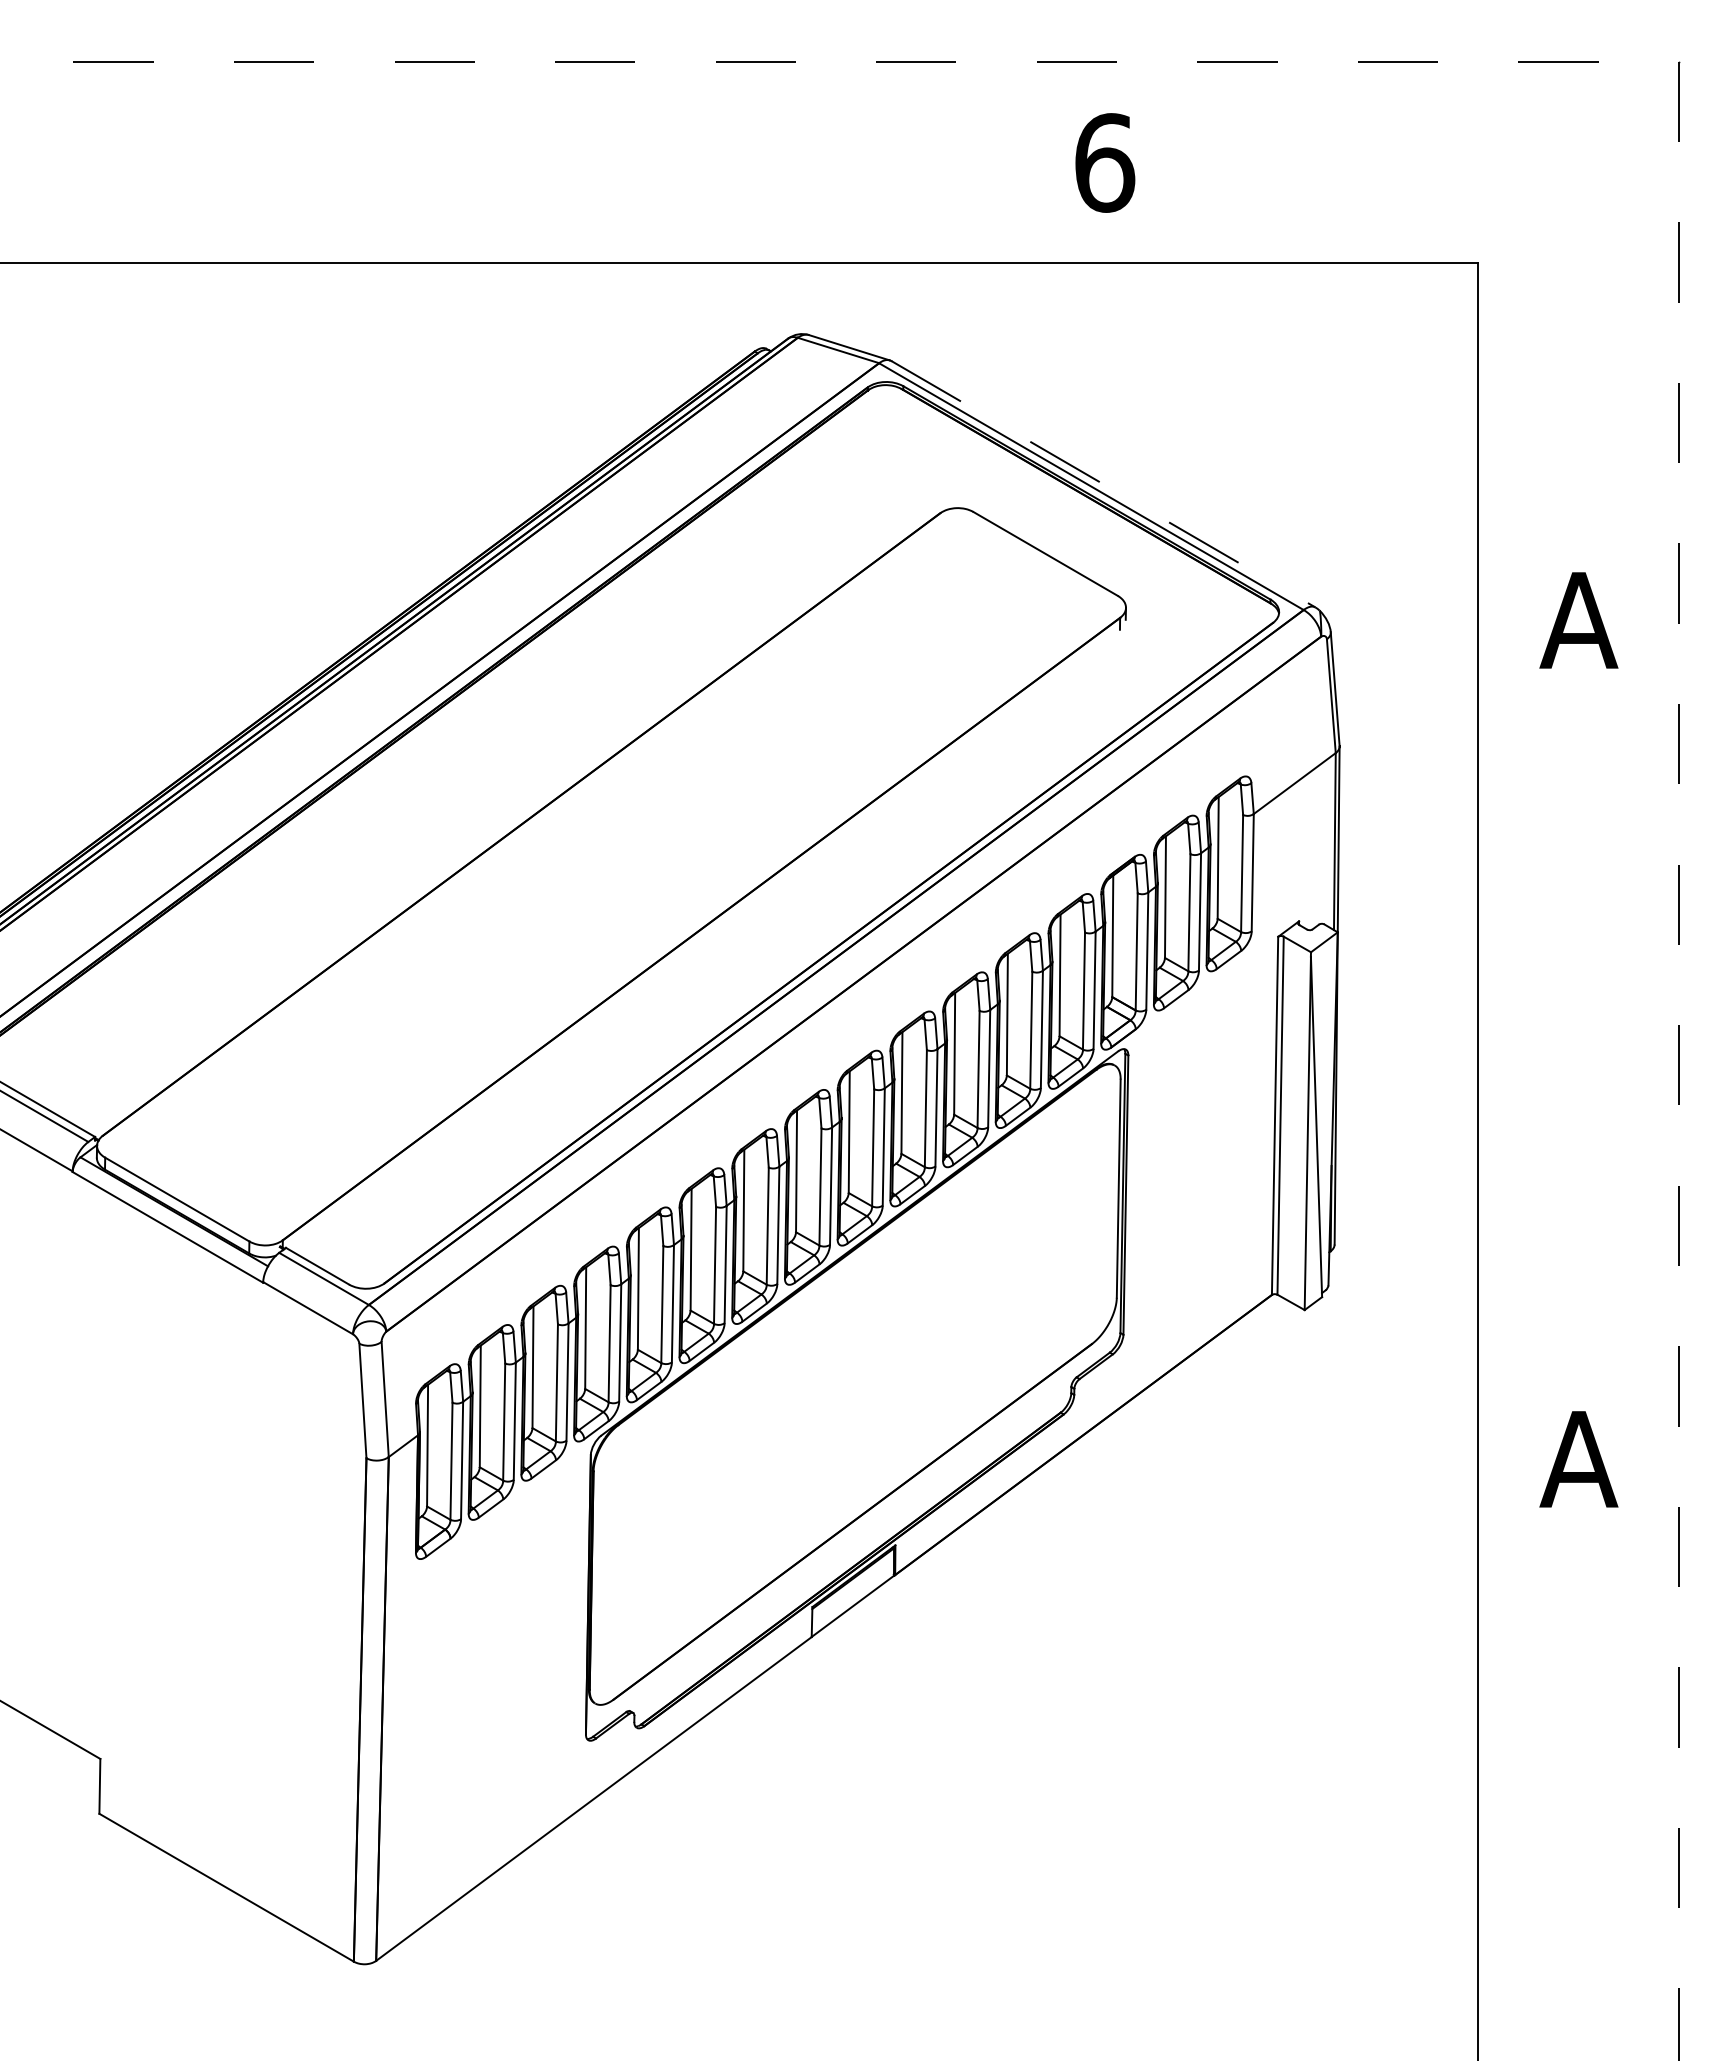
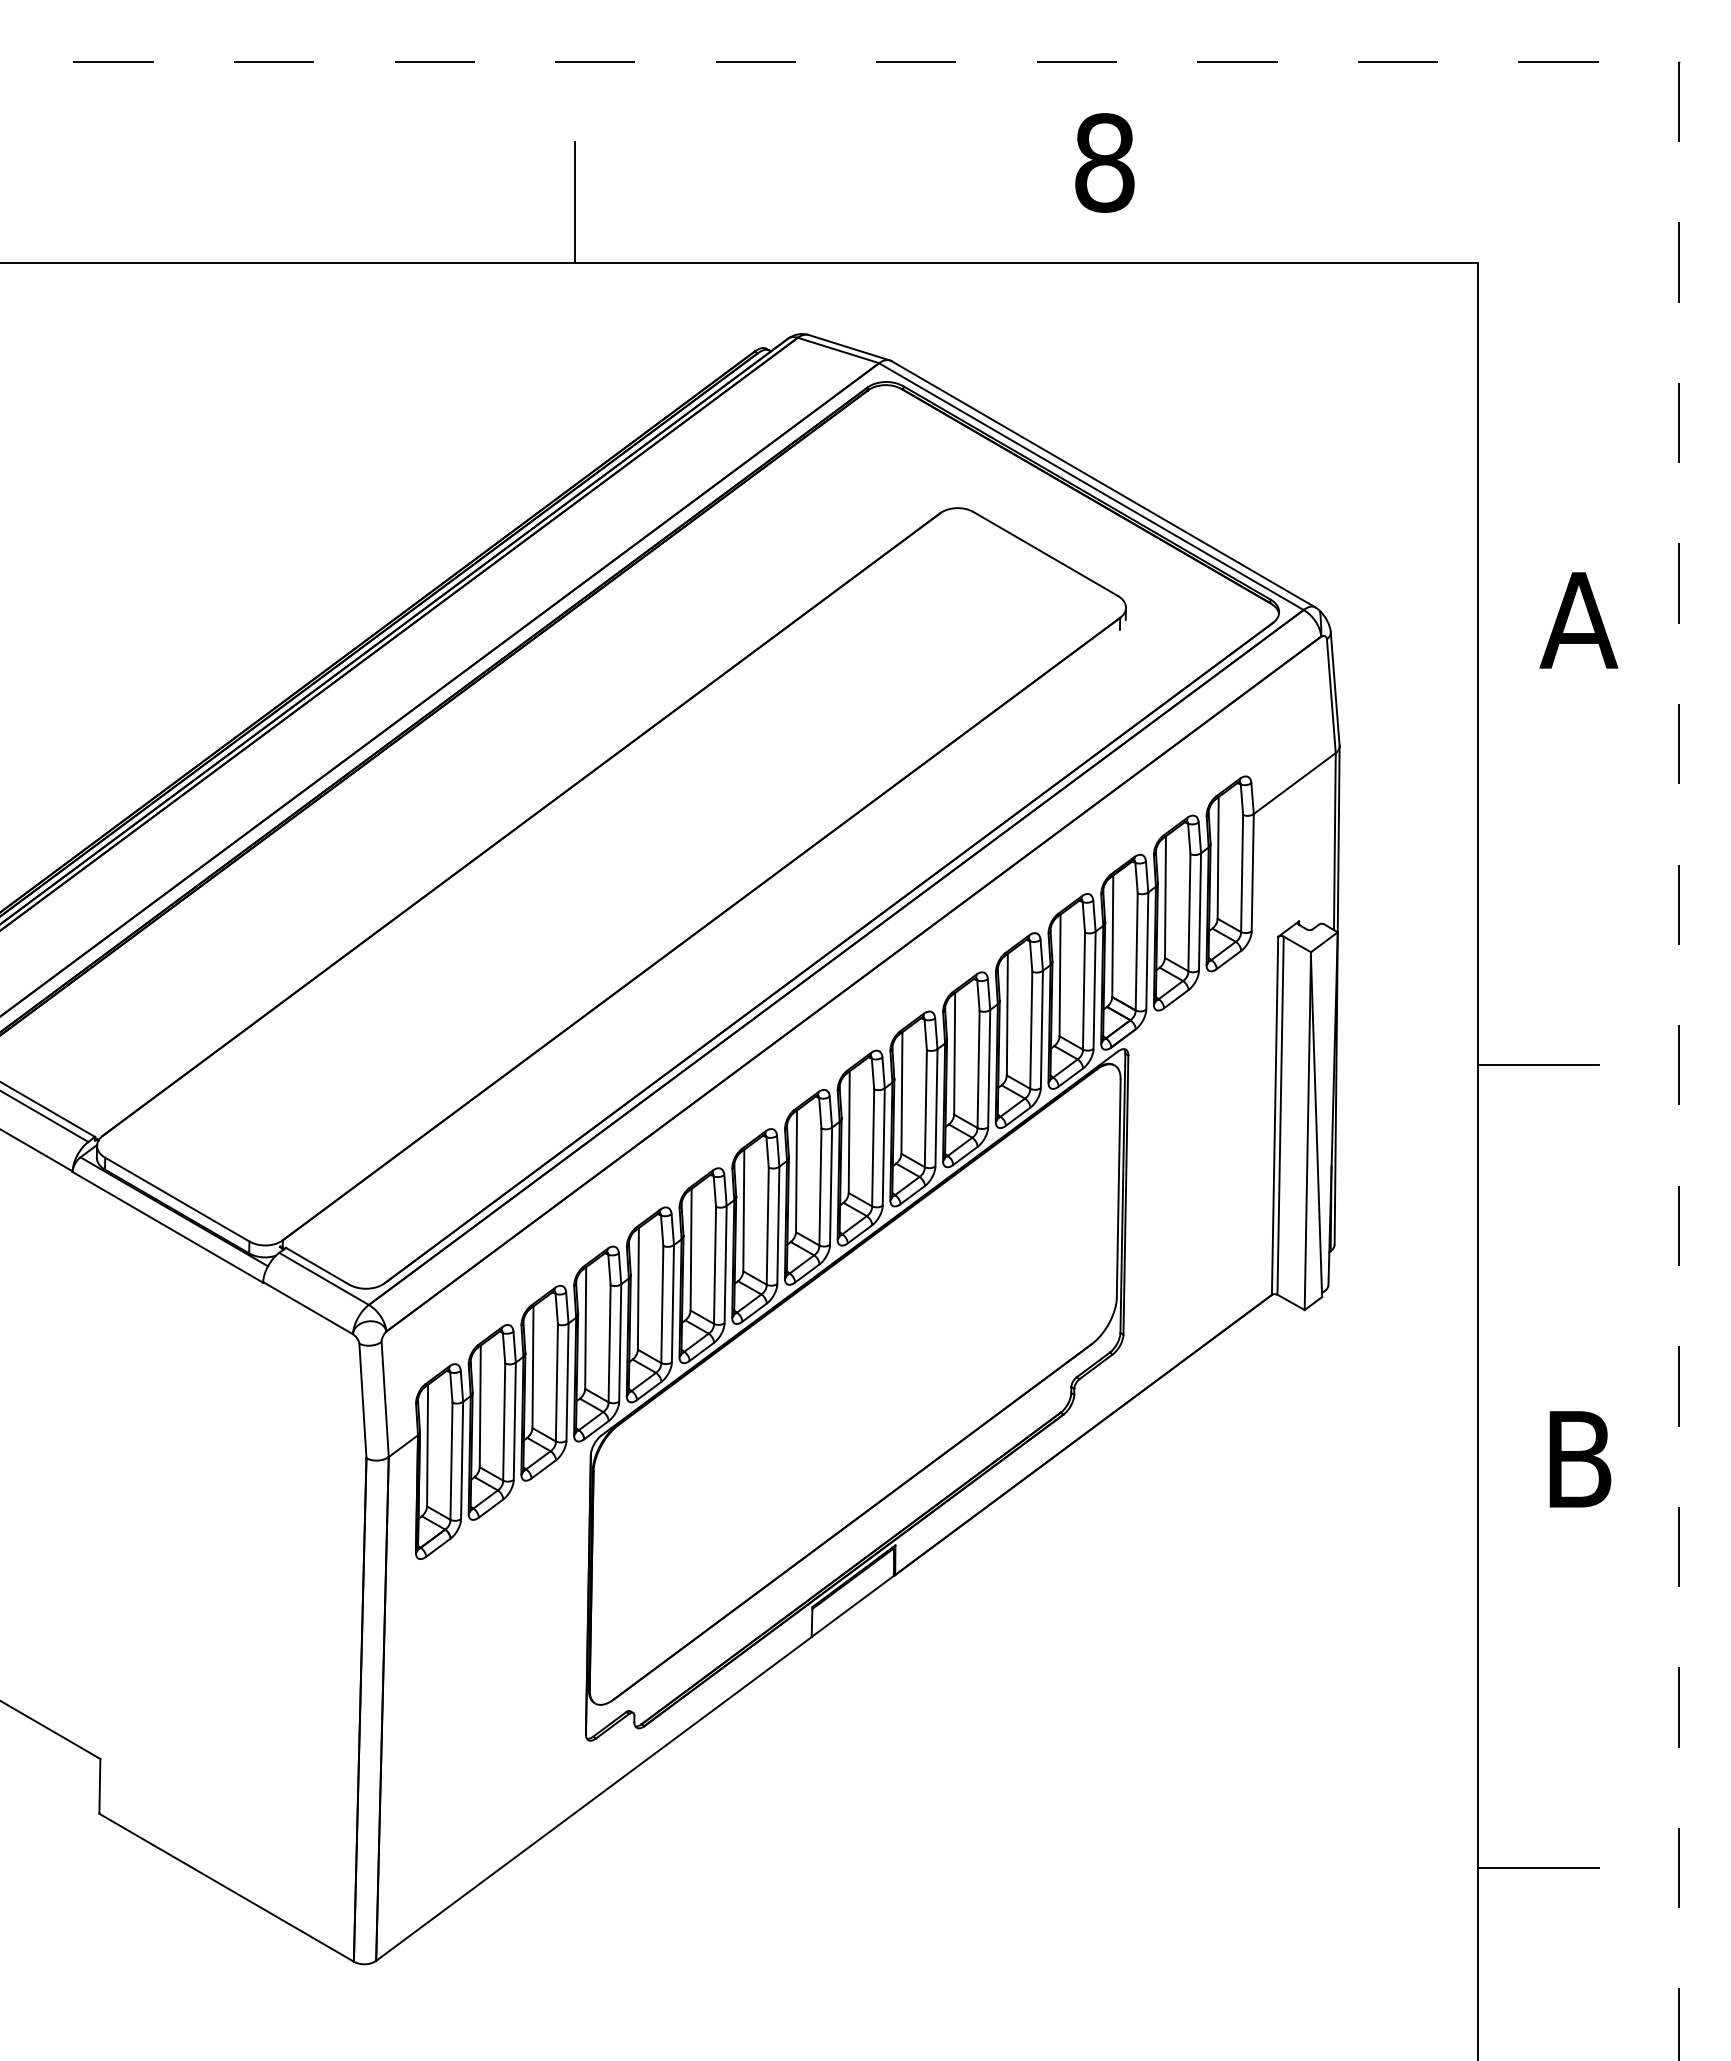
text at (1105, 162): 6 -> 8
line at (575, 202): none -> present
line at (1103, 484): dashed -> solid
line at (1538, 1065): none -> present
text at (1578, 1459): A -> B
line at (1538, 1868): none -> present
